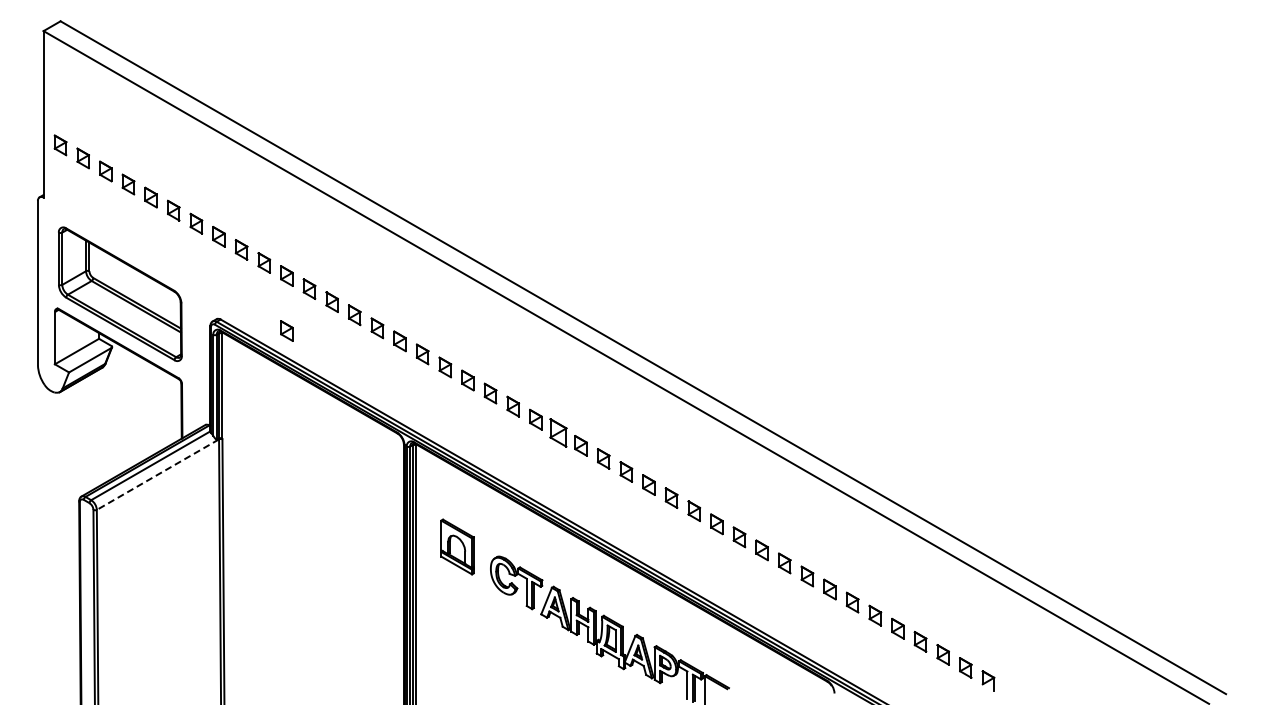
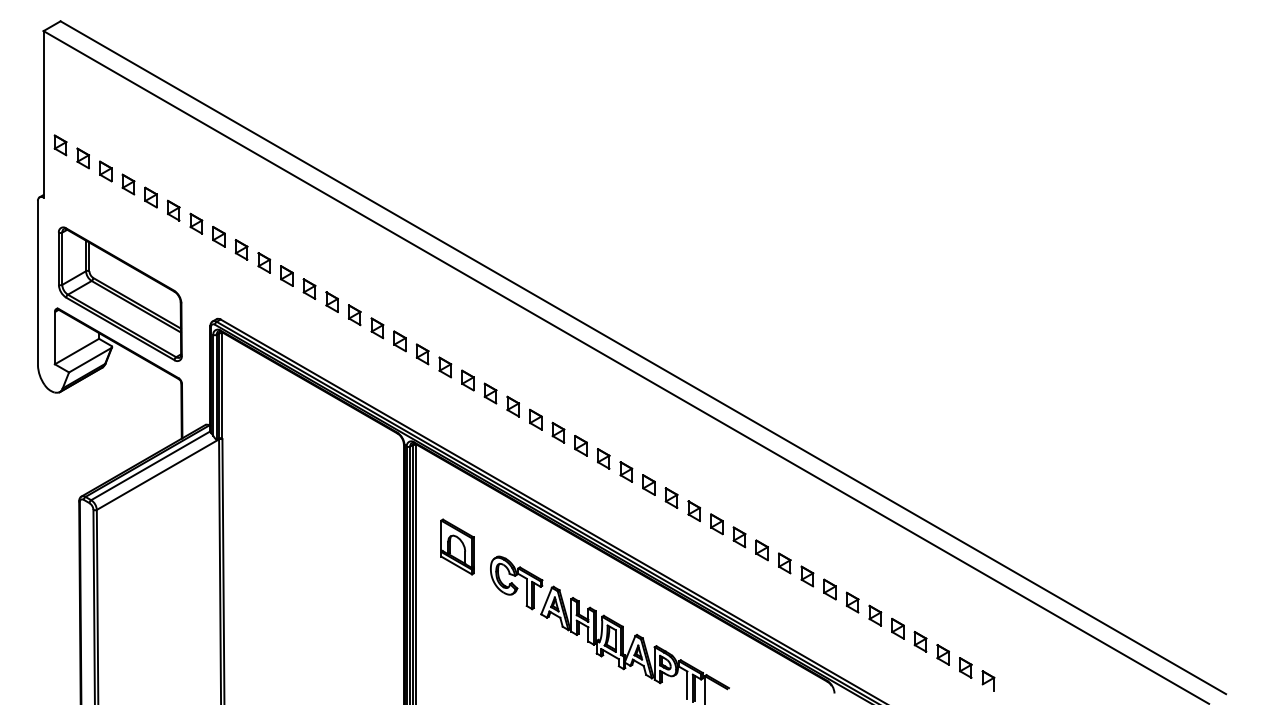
part at (286, 330): present -> none
part at (558, 432) size: 19x30 px -> 15x23 px
line at (157, 474): dashed -> solid
